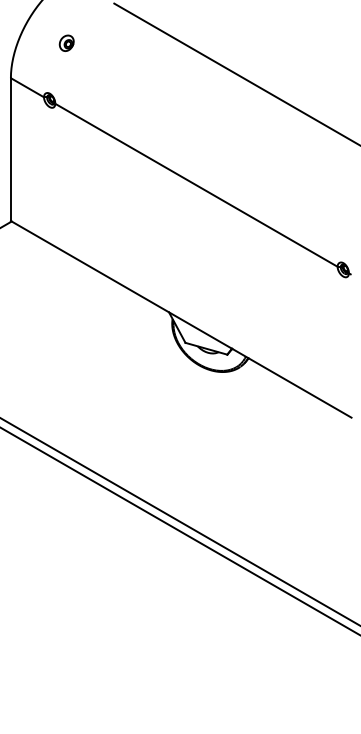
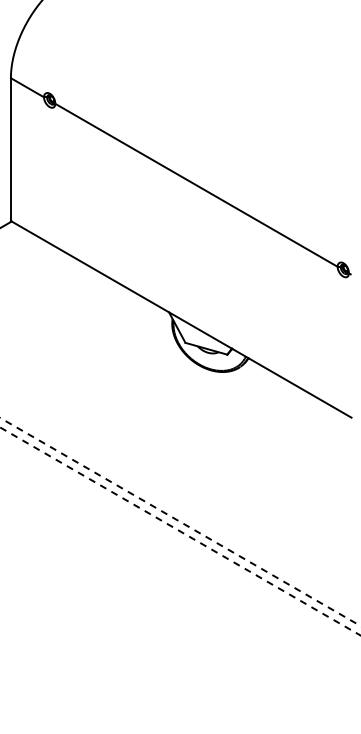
part at (66, 42): present -> none
line at (235, 73): present -> none
line at (180, 521): solid -> dashed
line at (180, 531): solid -> dashed
